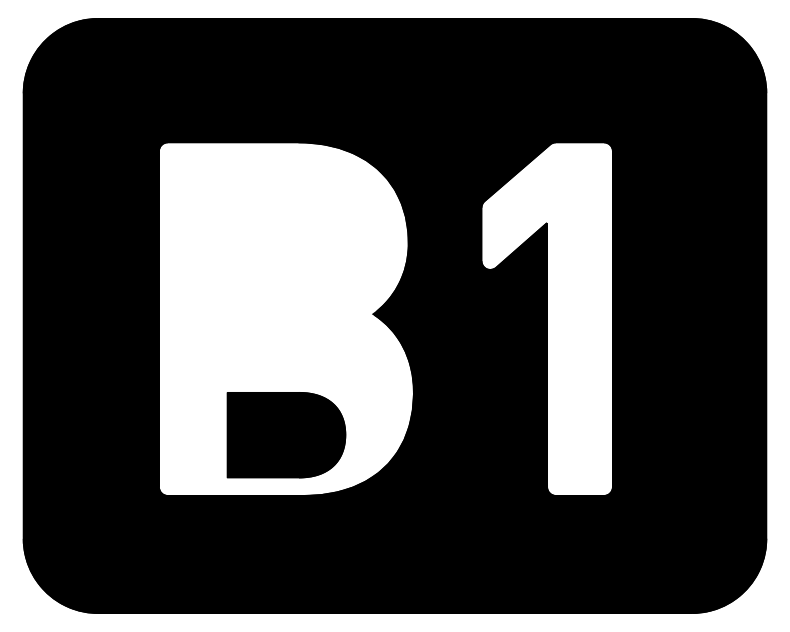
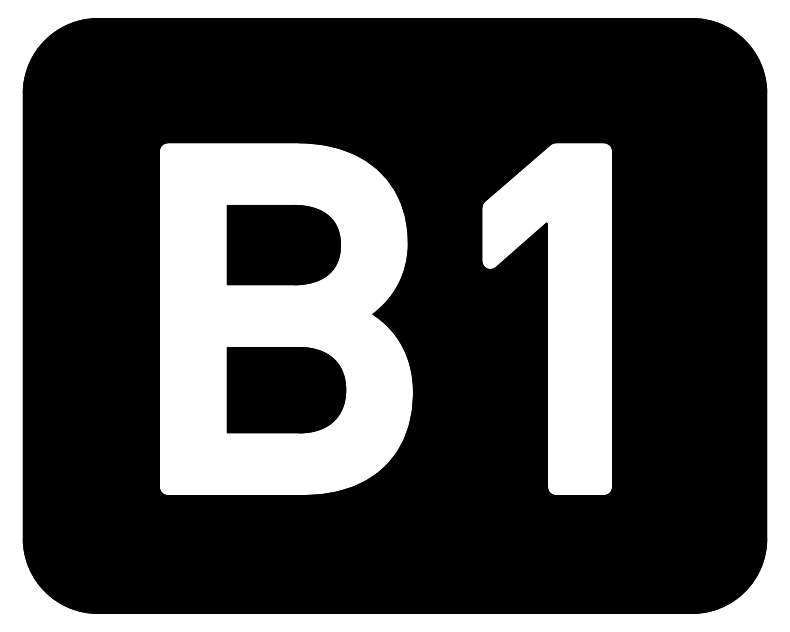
part at (283, 244): none -> present
part at (286, 435) position: (286, 435) -> (286, 390)
